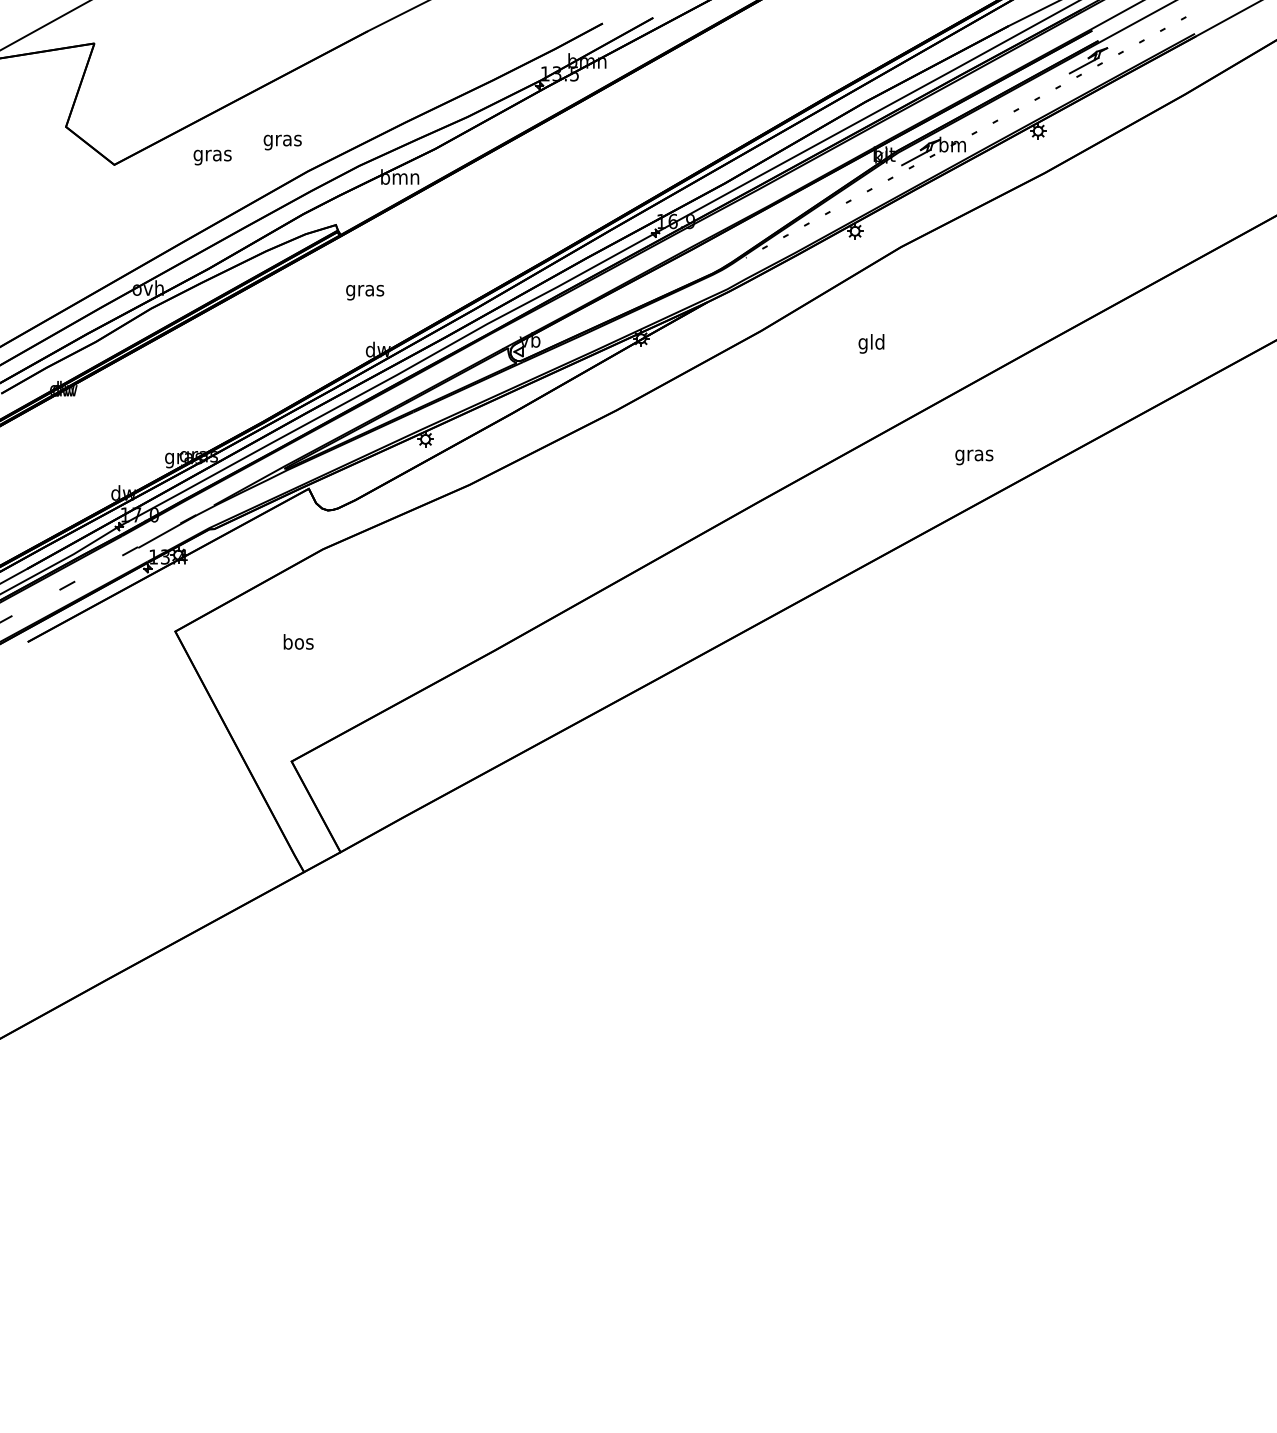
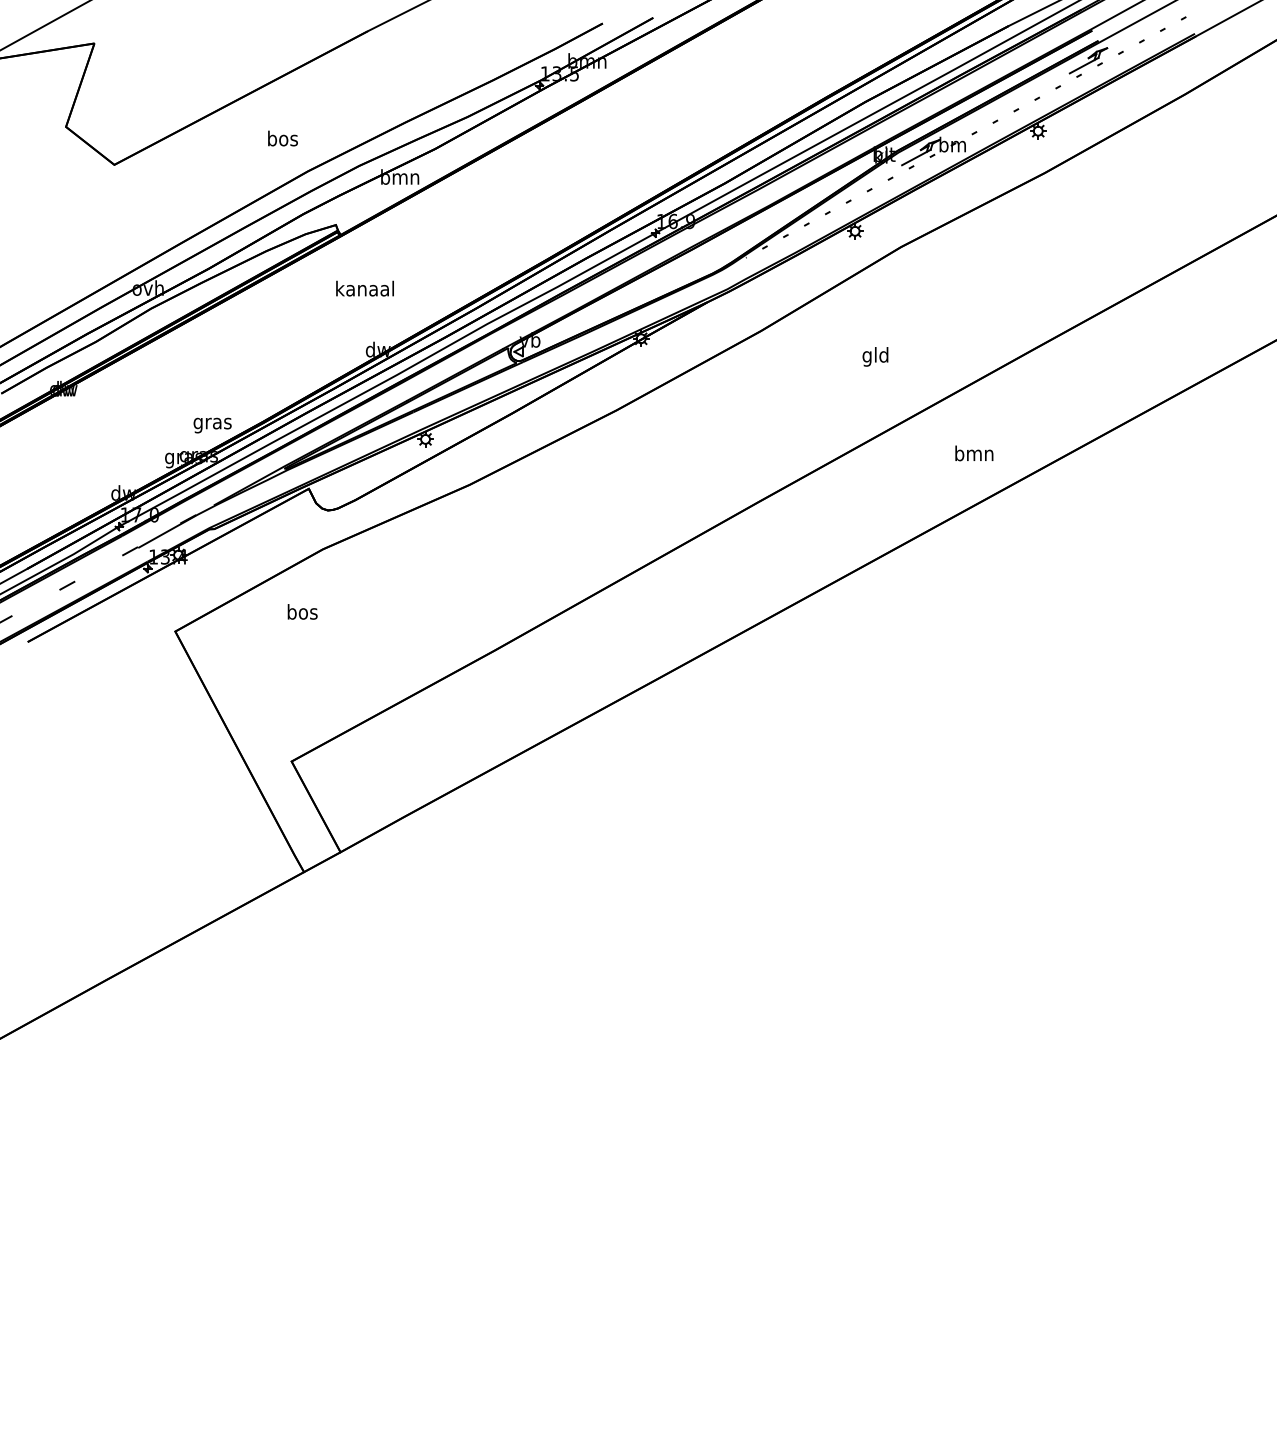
text at (282, 140): gras -> bos
text at (212, 157) position: (212, 157) -> (212, 425)
text at (364, 290): gras -> kanaal
text at (871, 343) position: (871, 343) -> (875, 356)
text at (974, 455): gras -> bmn
text at (298, 641) position: (298, 641) -> (302, 611)
